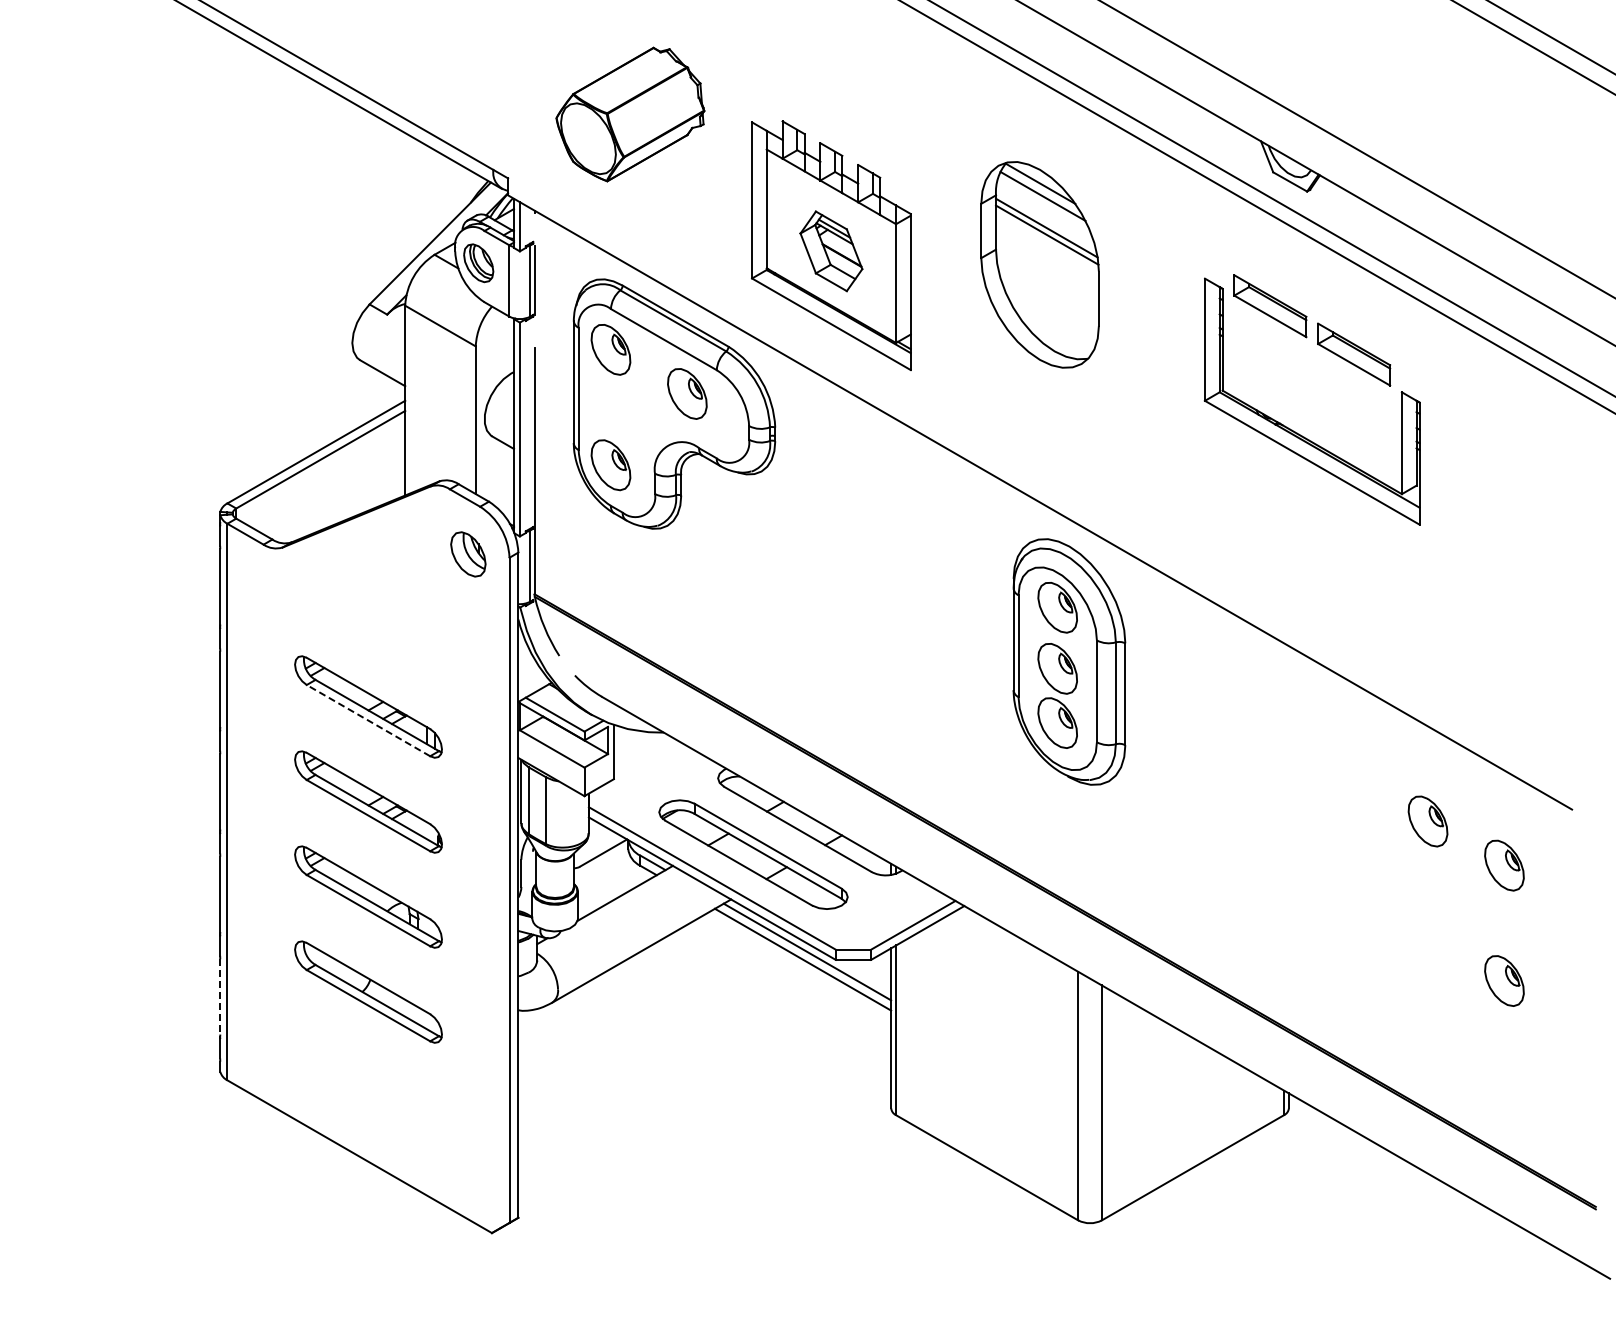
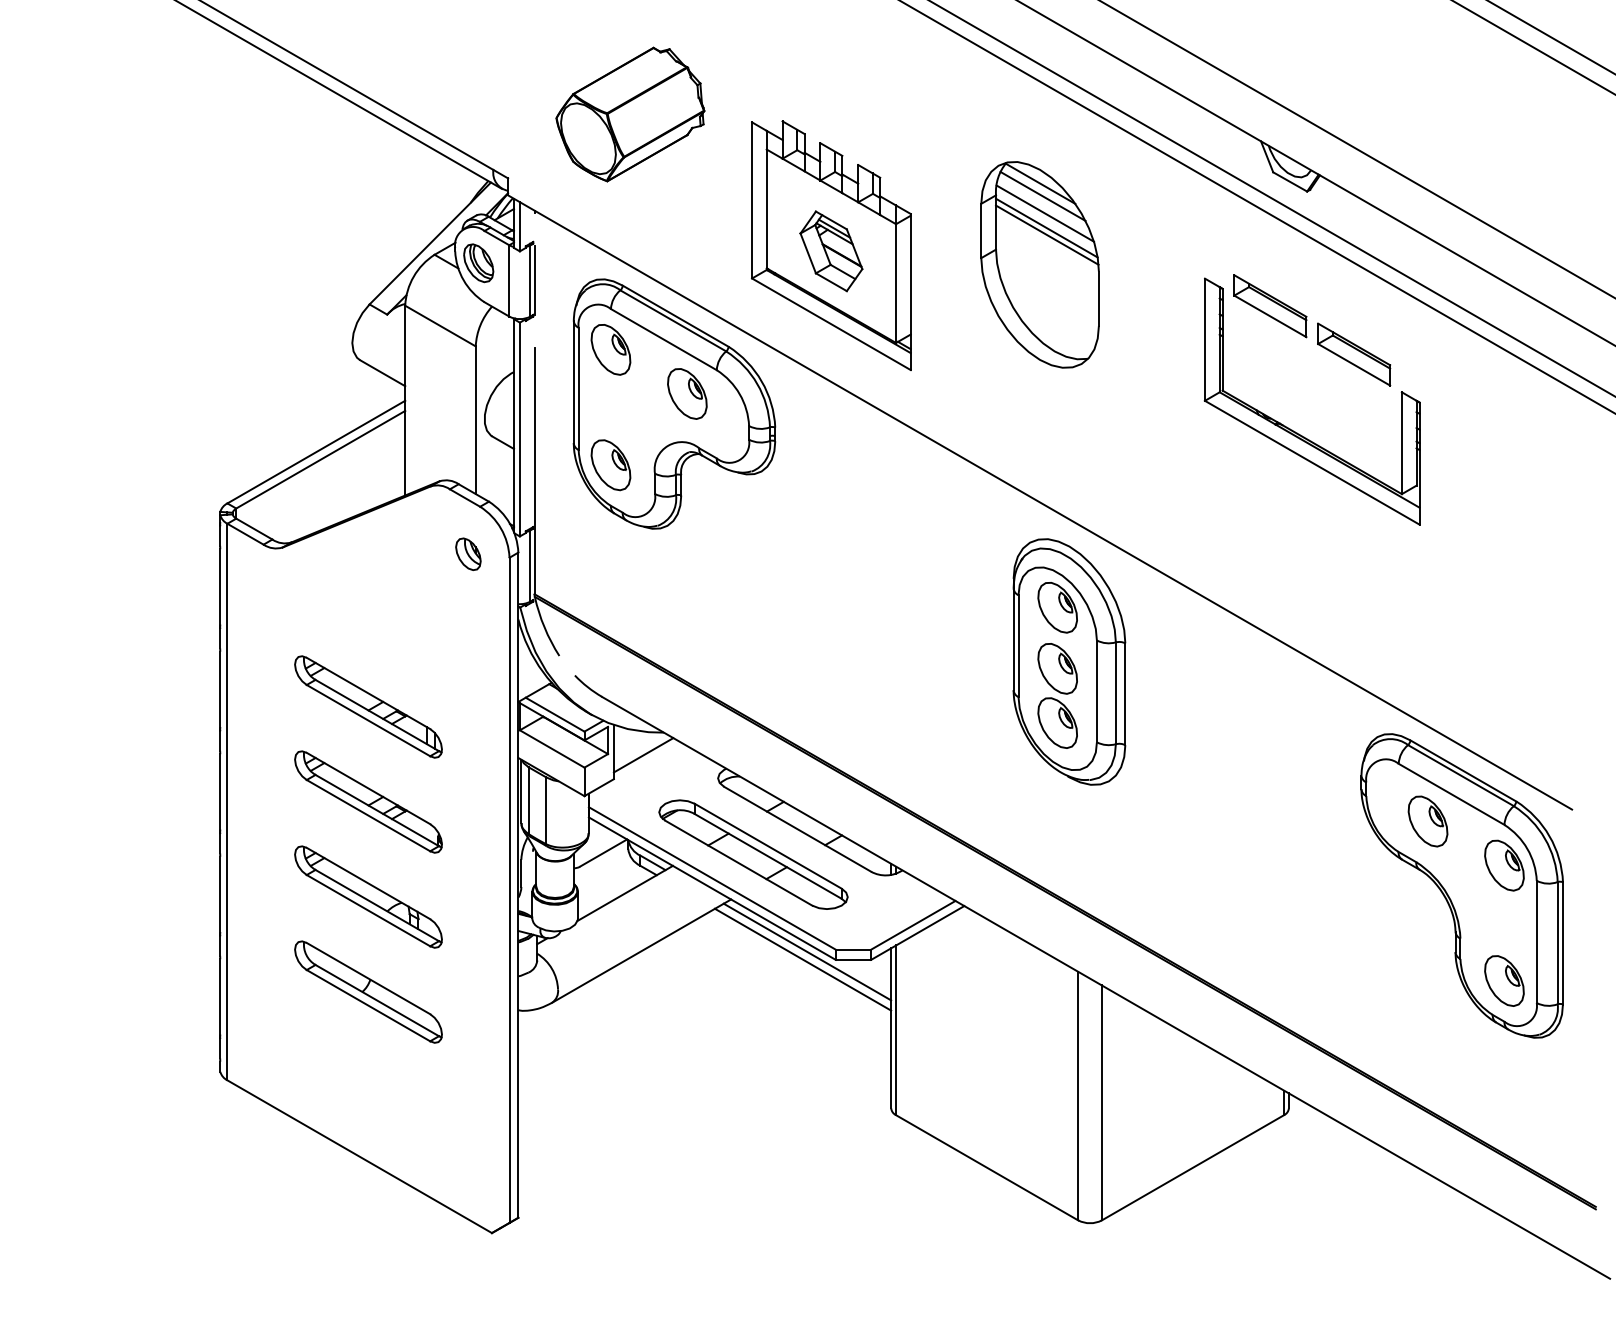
line at (1045, 213): none -> present
part at (468, 554) size: 37x47 px -> 27x34 px
line at (368, 720): dashed -> solid
line at (643, 755): none -> present
part at (1461, 885): none -> present
line at (220, 999): dashed -> solid
